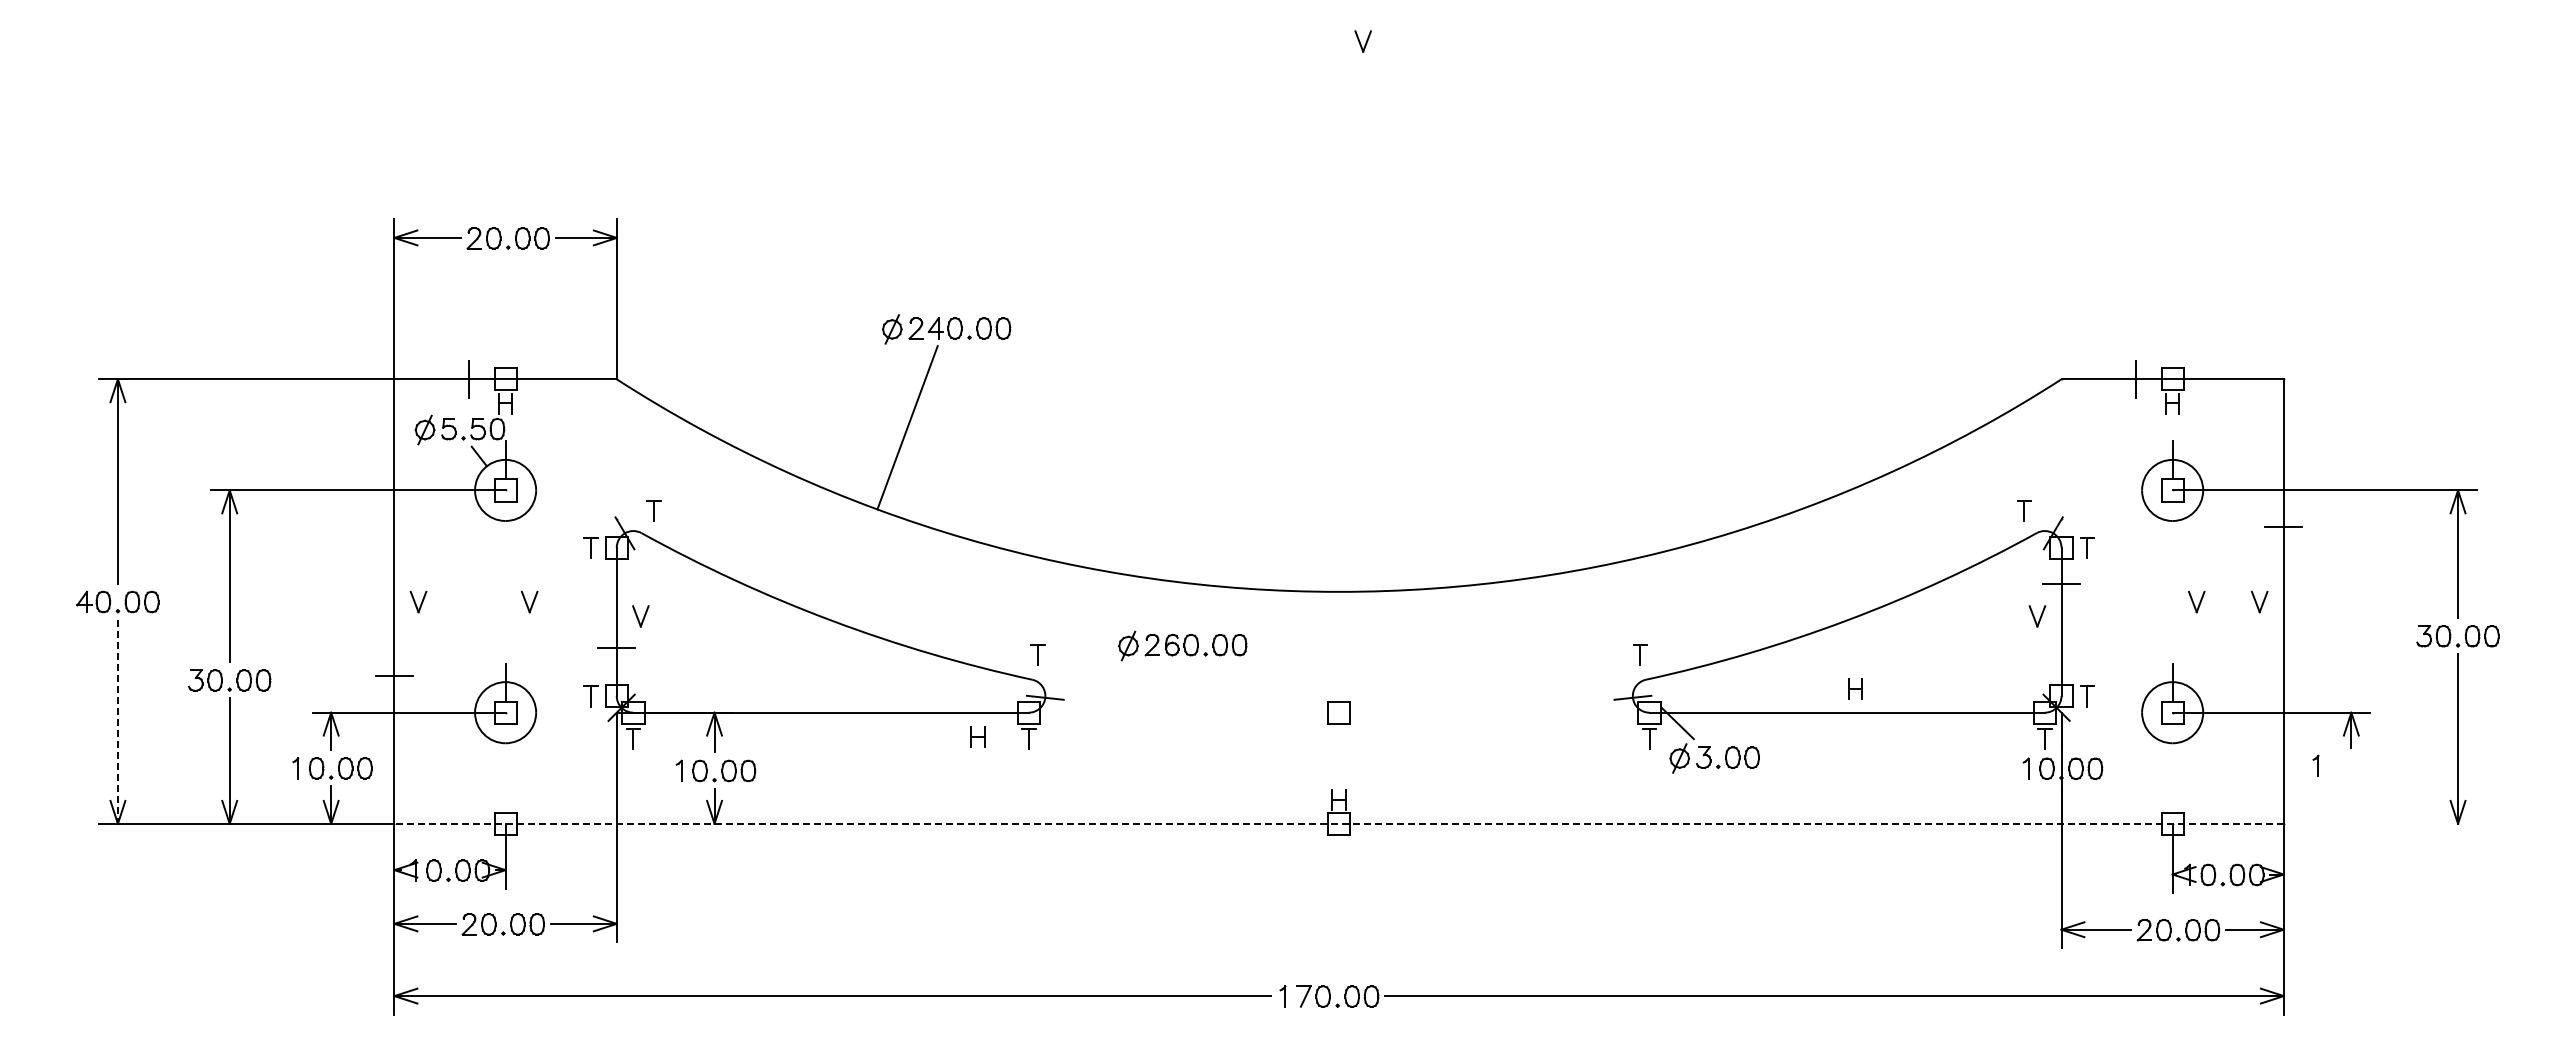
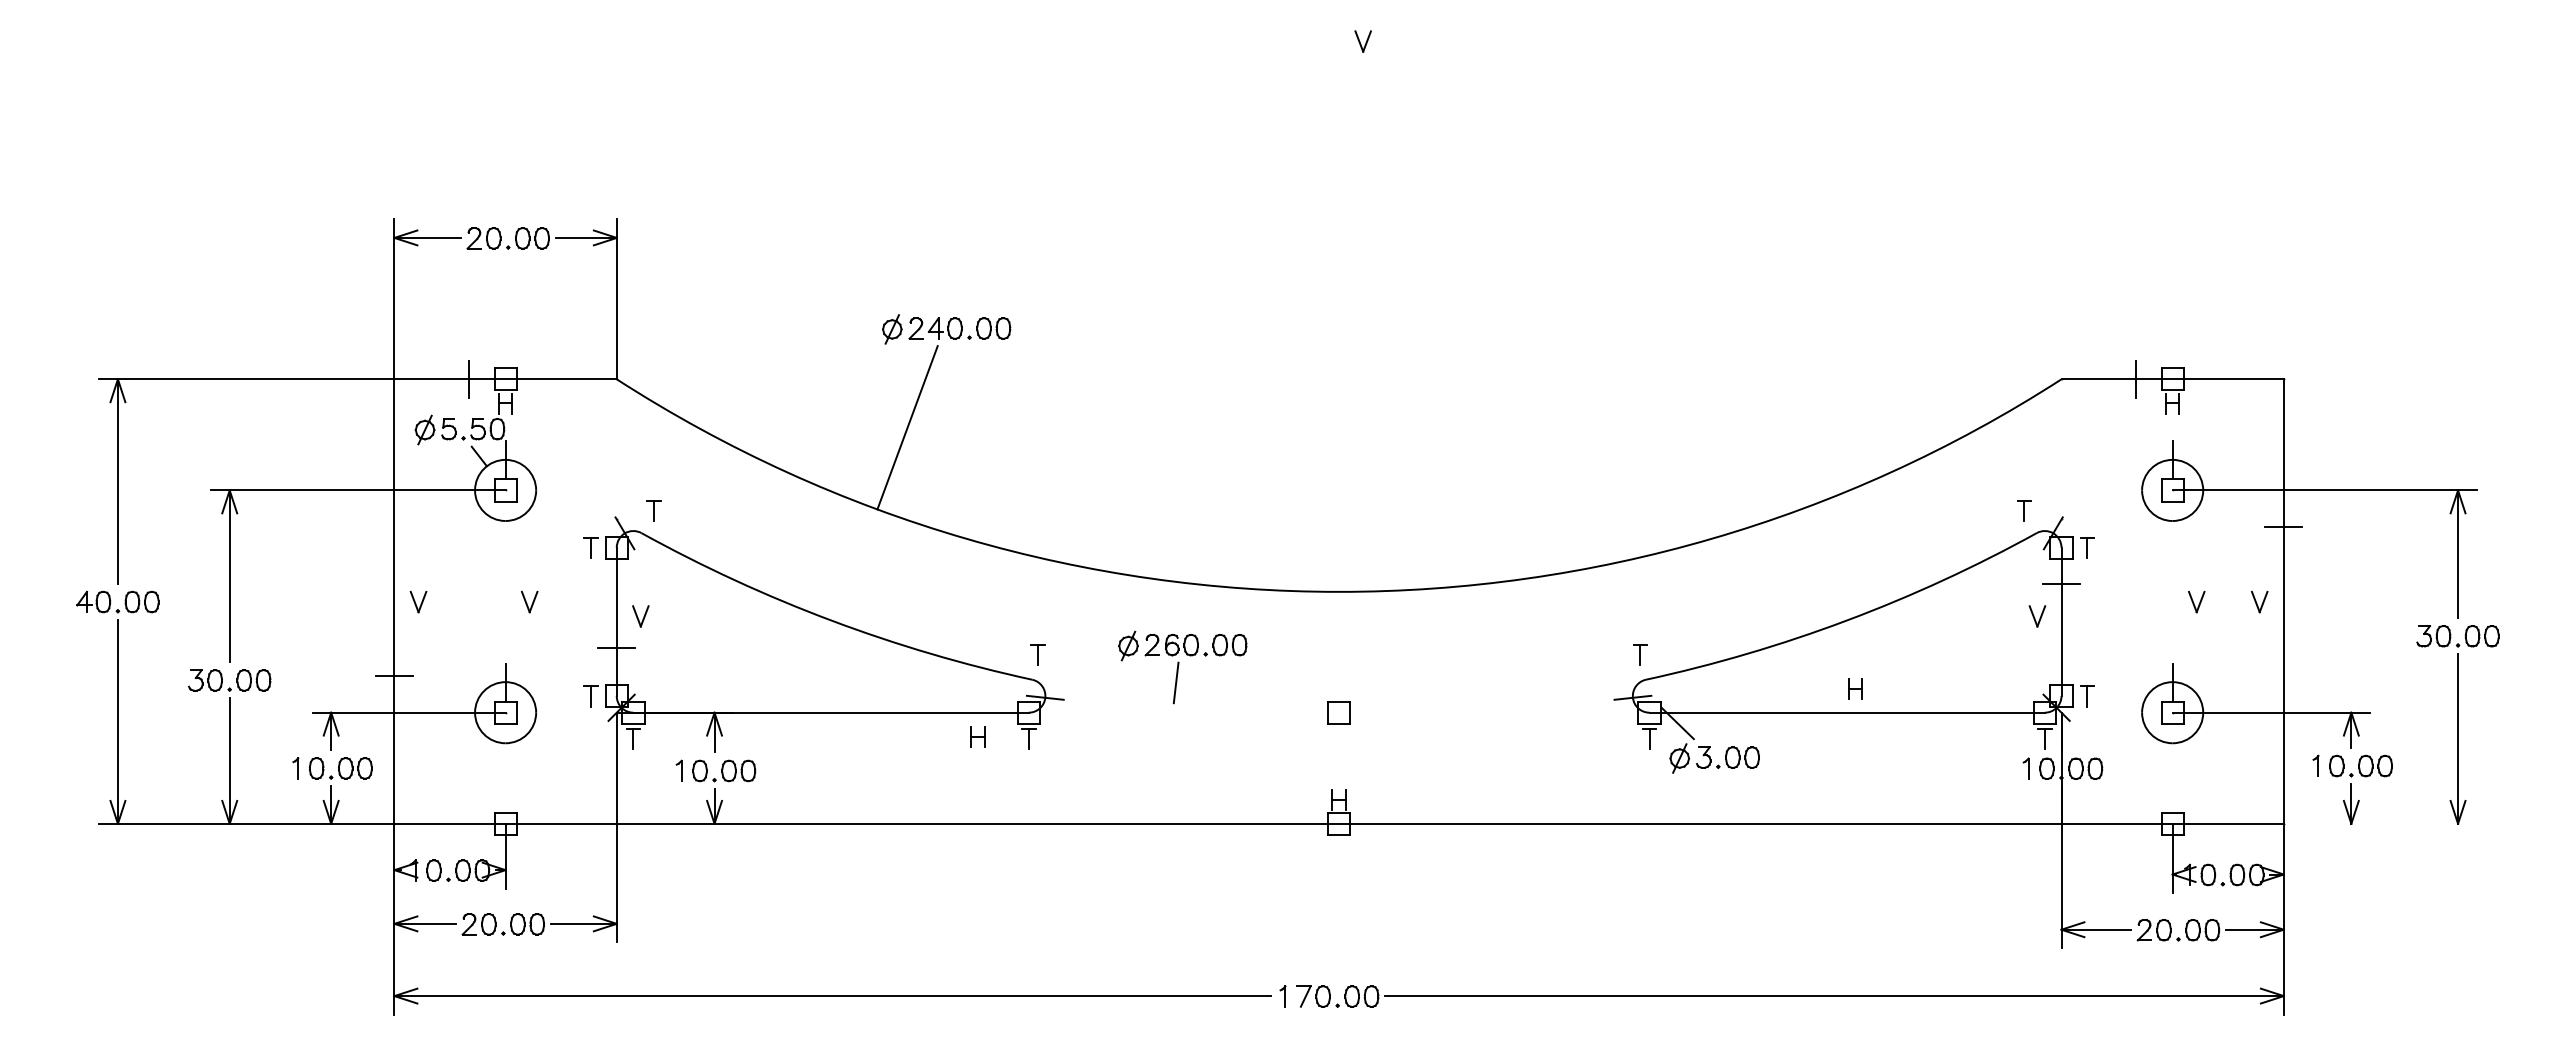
line at (1175, 682): none -> present
line at (117, 722): dashed -> solid
part at (2351, 789): none -> present
line at (1339, 823): dashed -> solid
